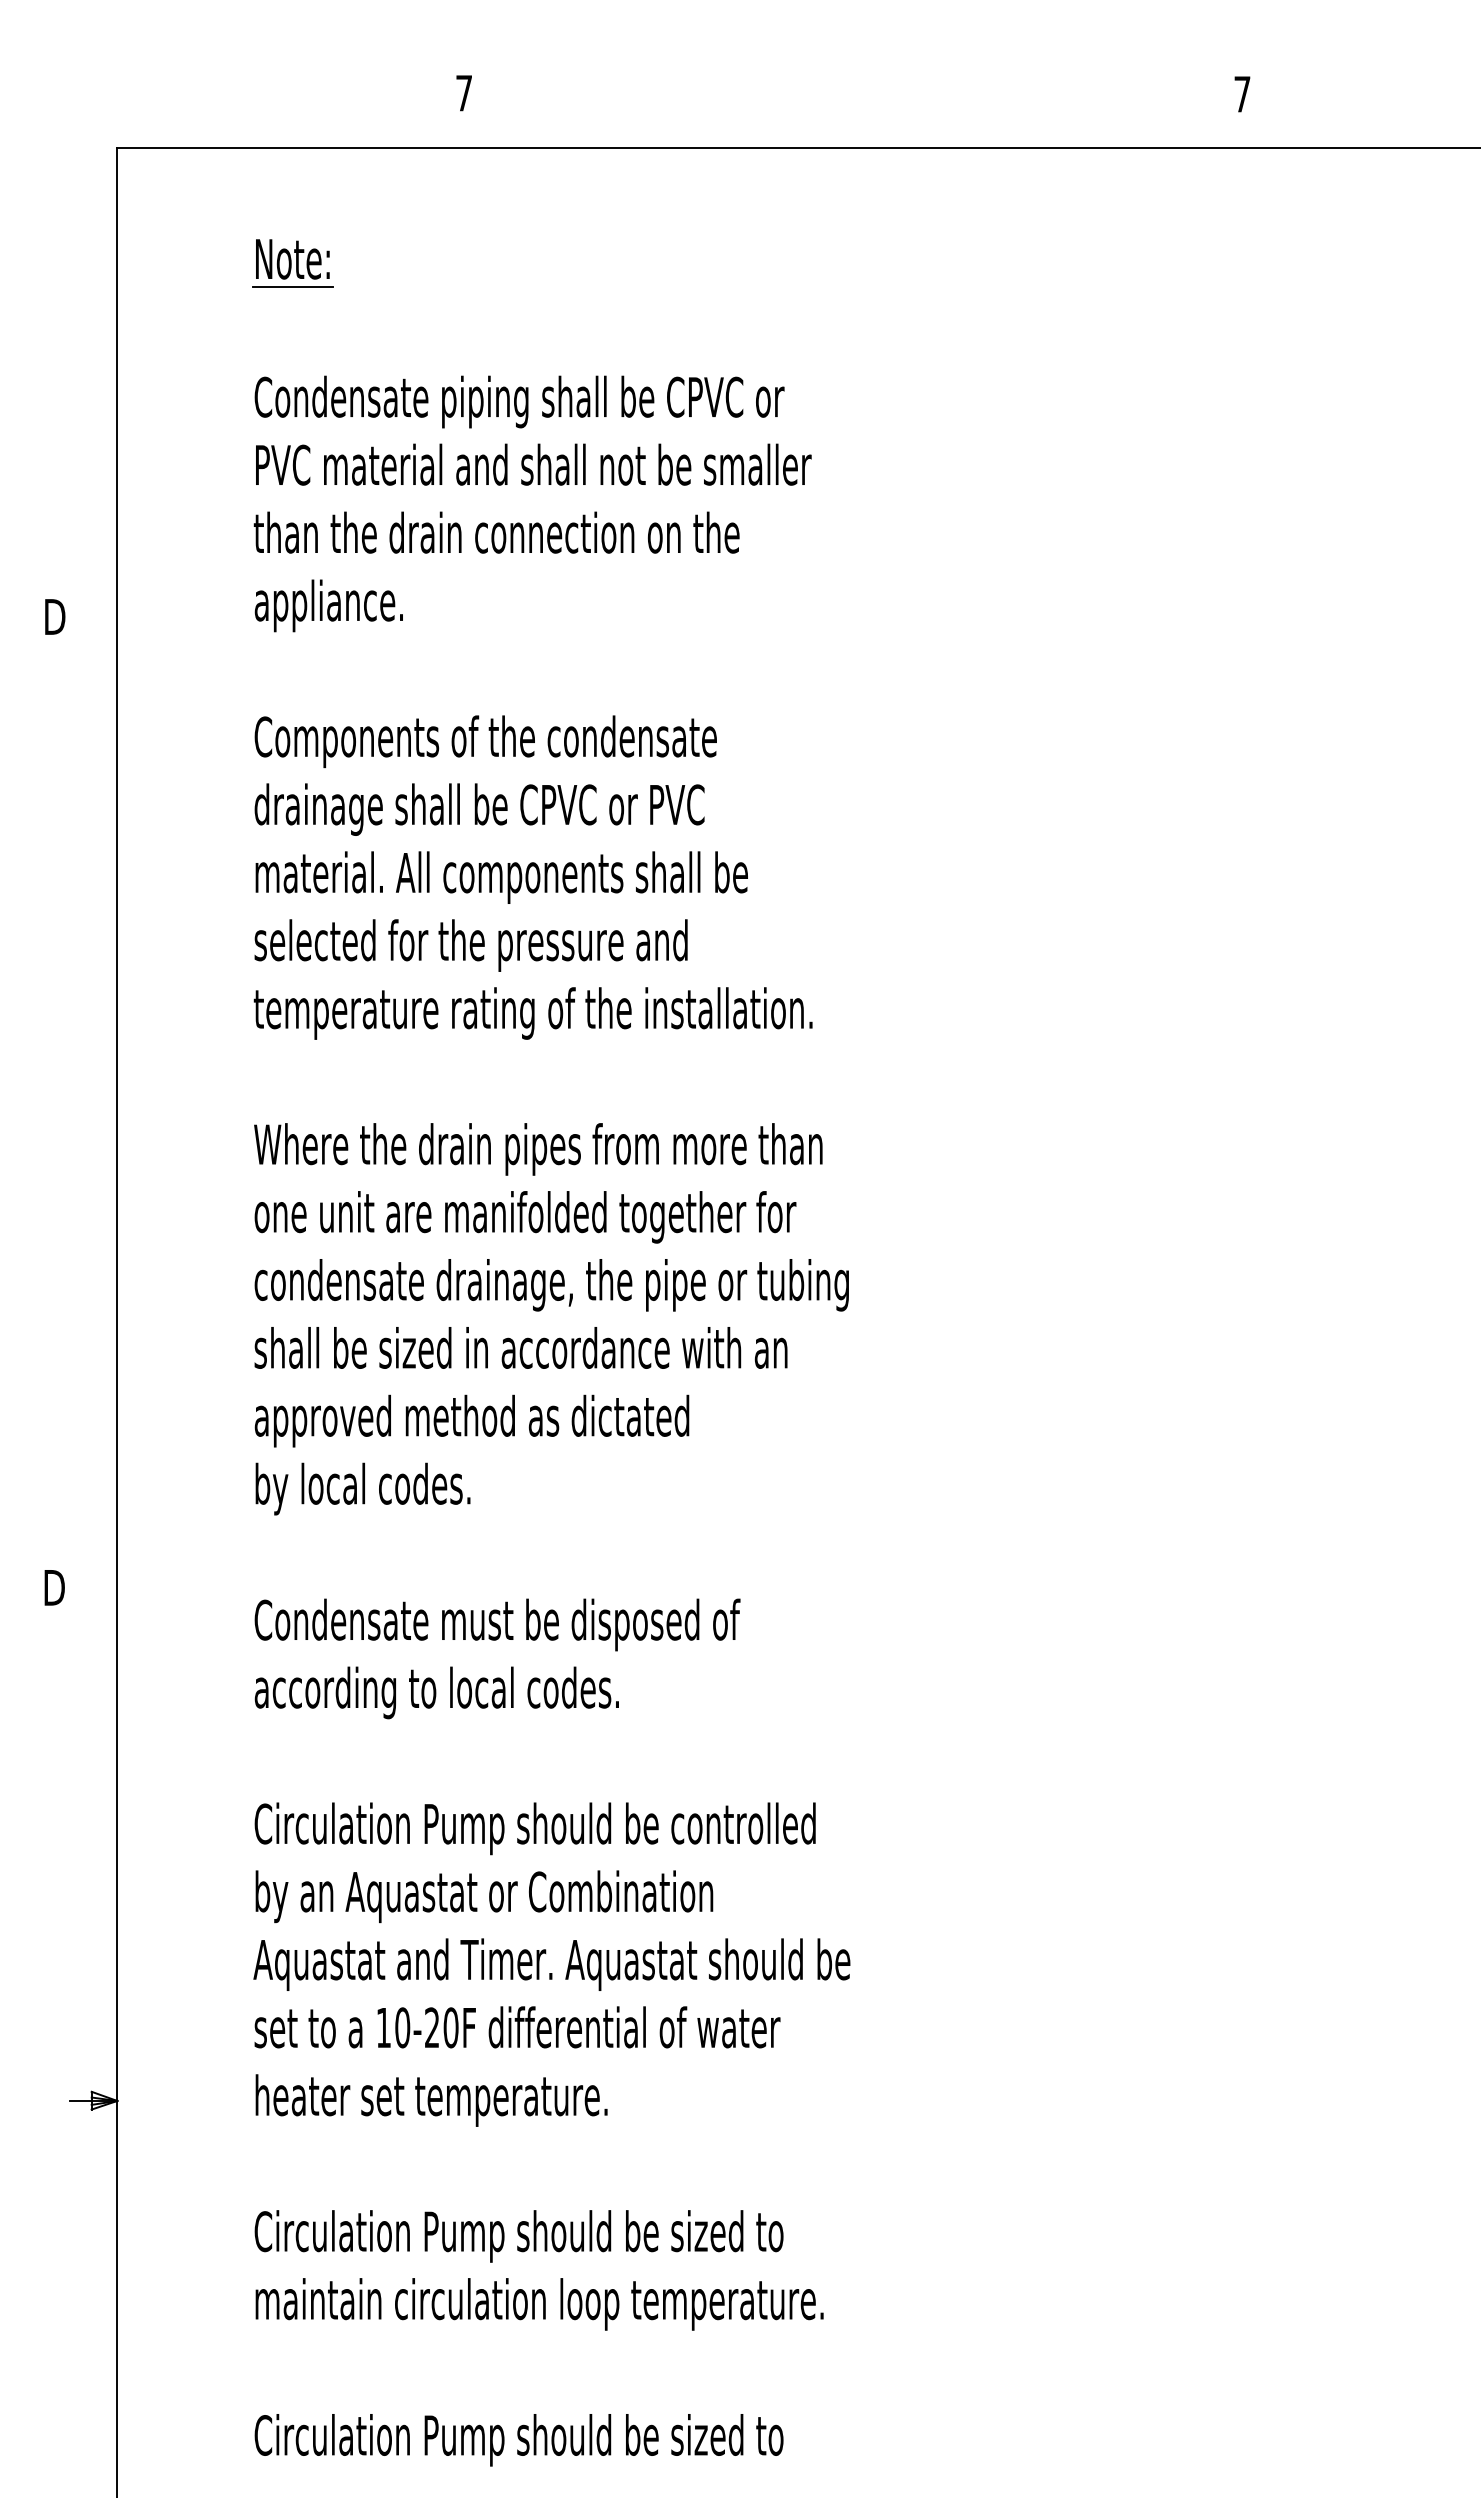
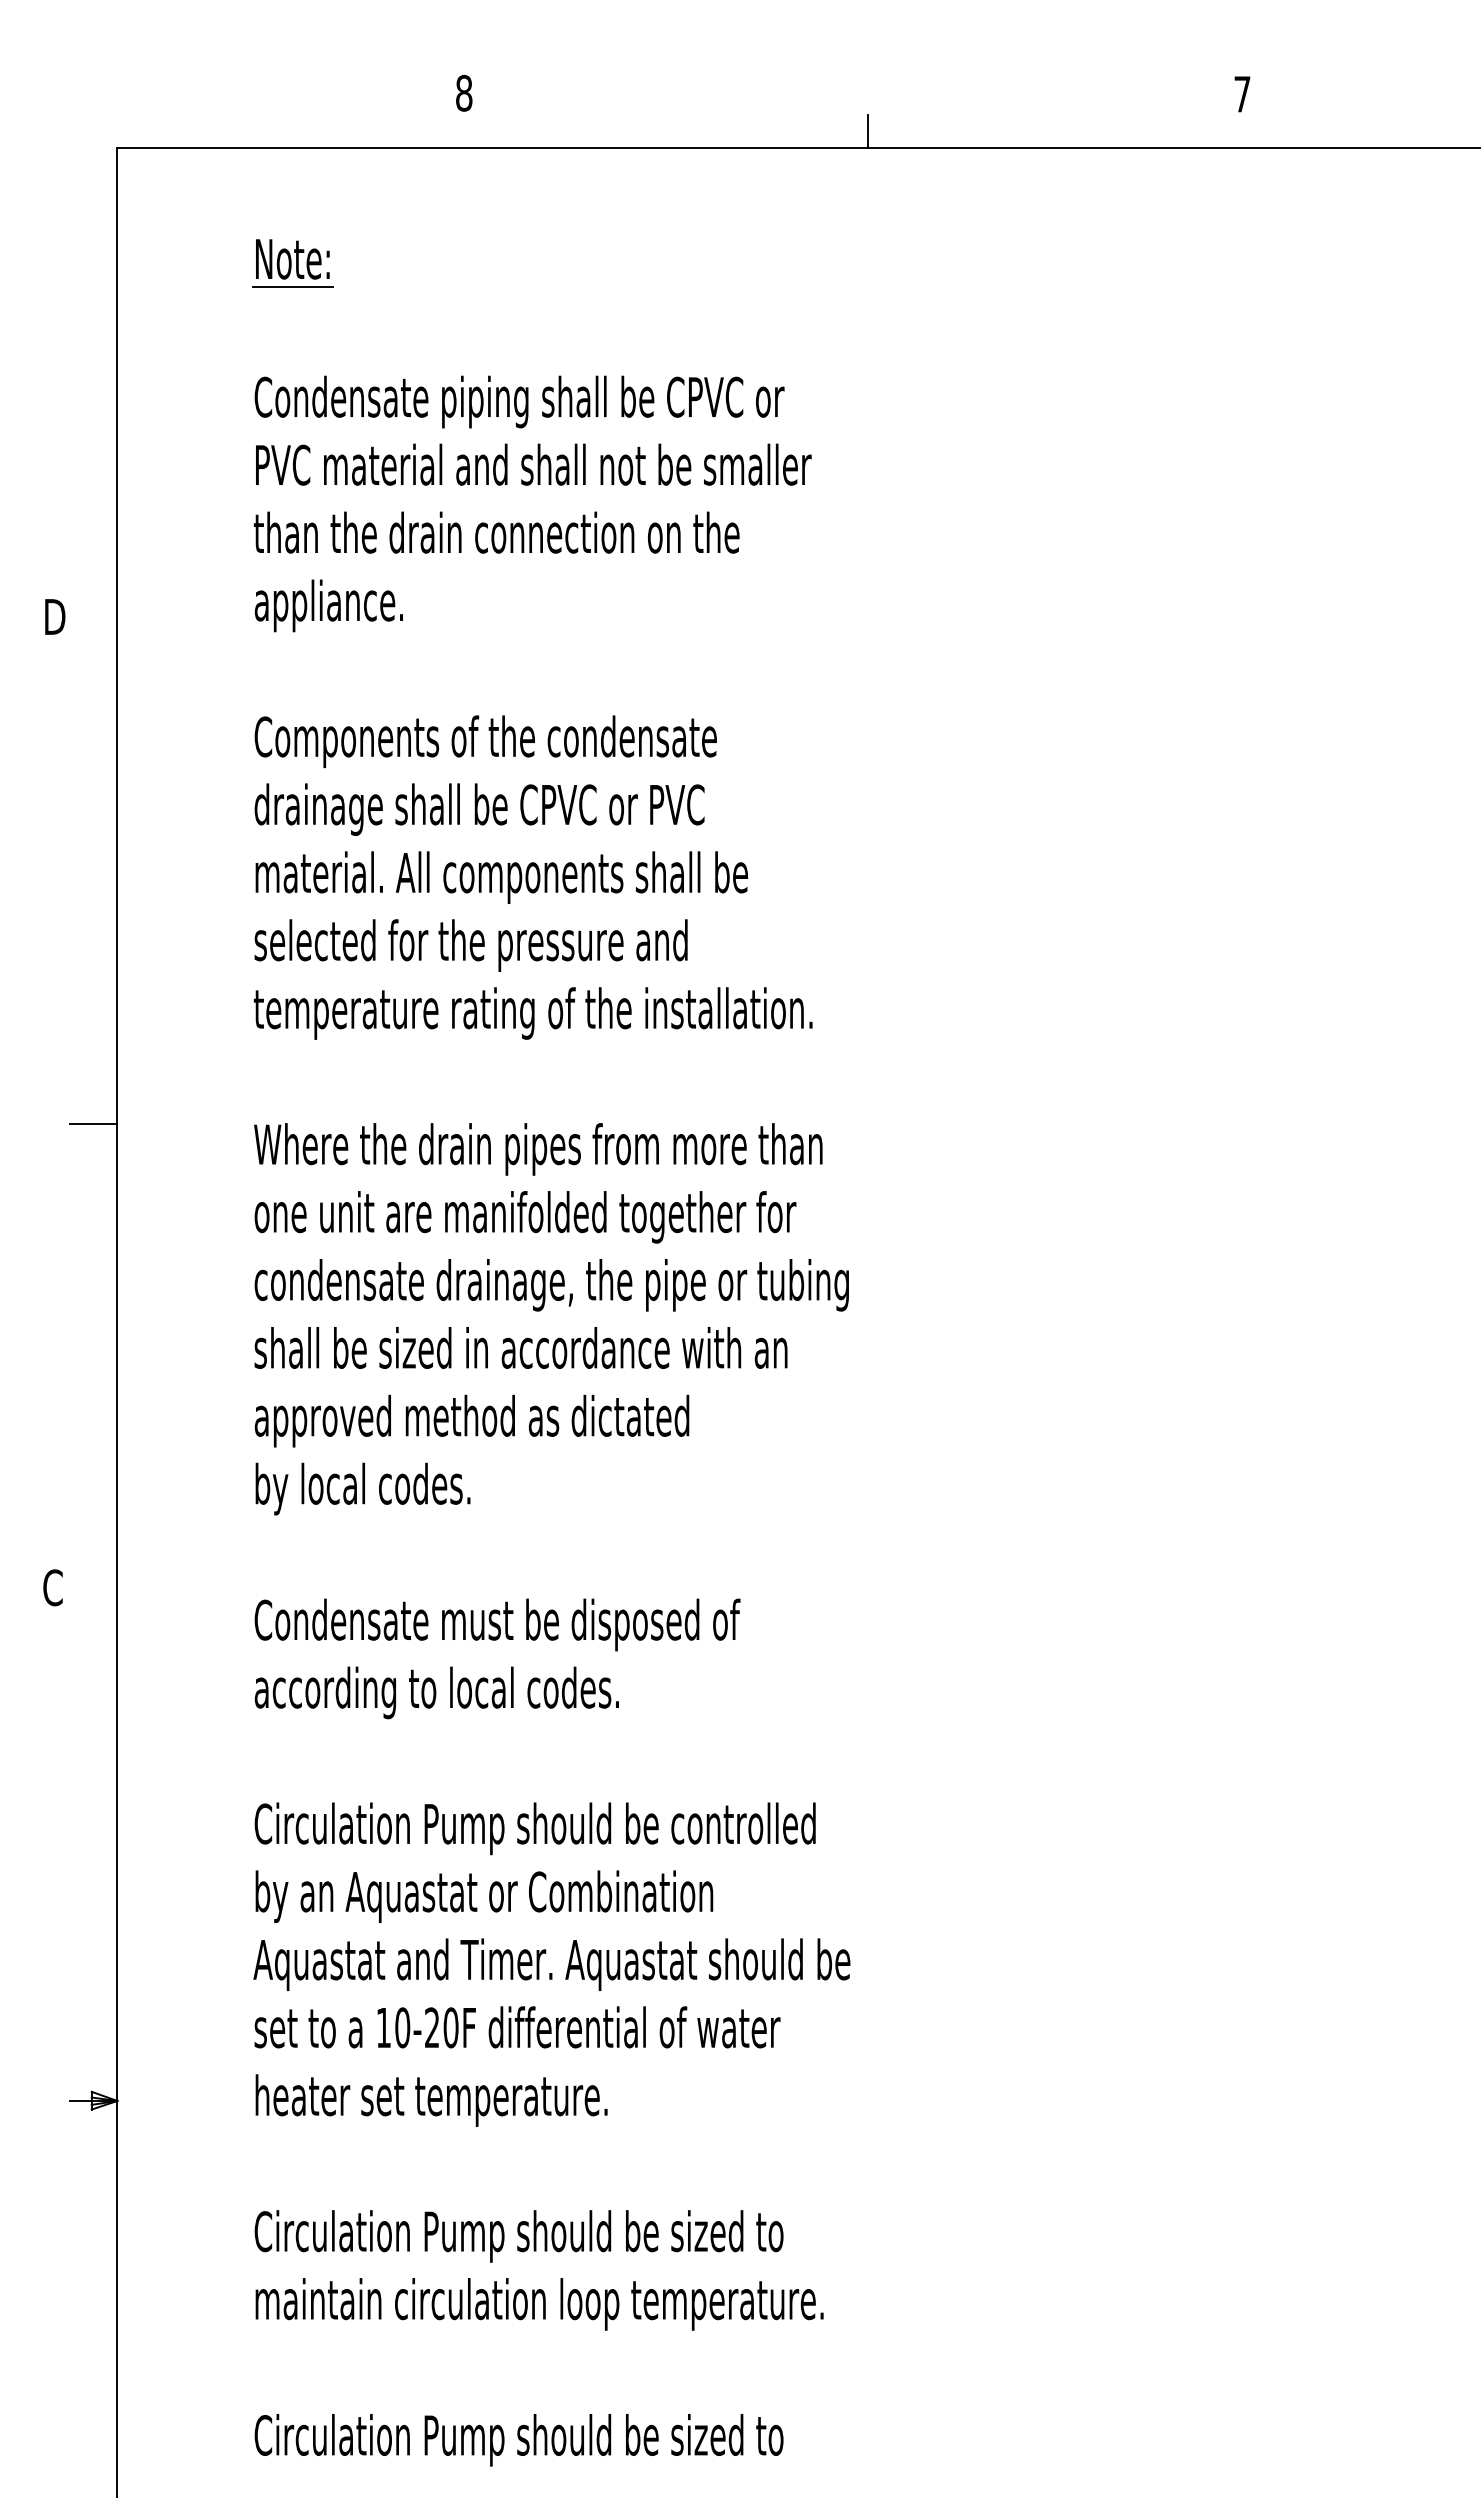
text at (464, 92): 7 -> 8
line at (867, 131): none -> present
line at (93, 1124): none -> present
text at (53, 1587): D -> C
